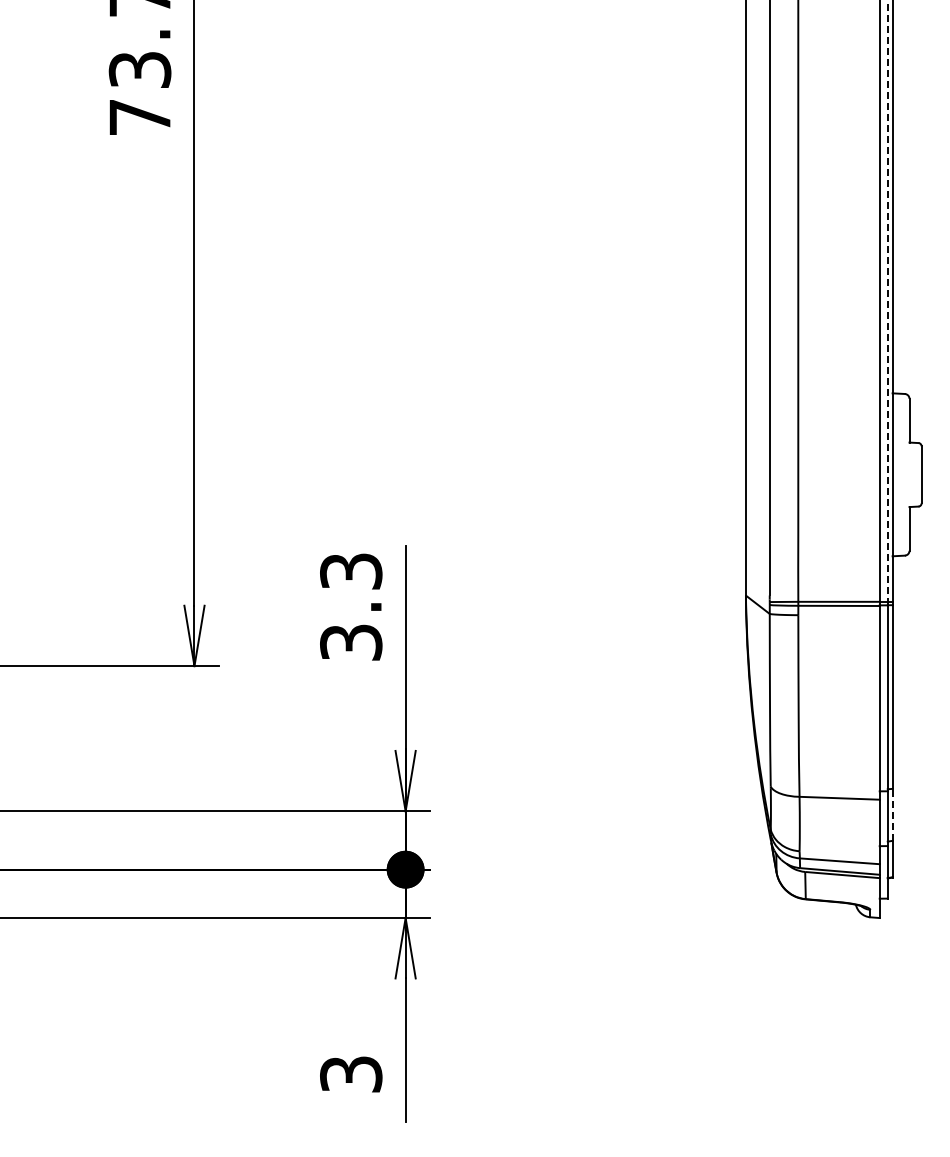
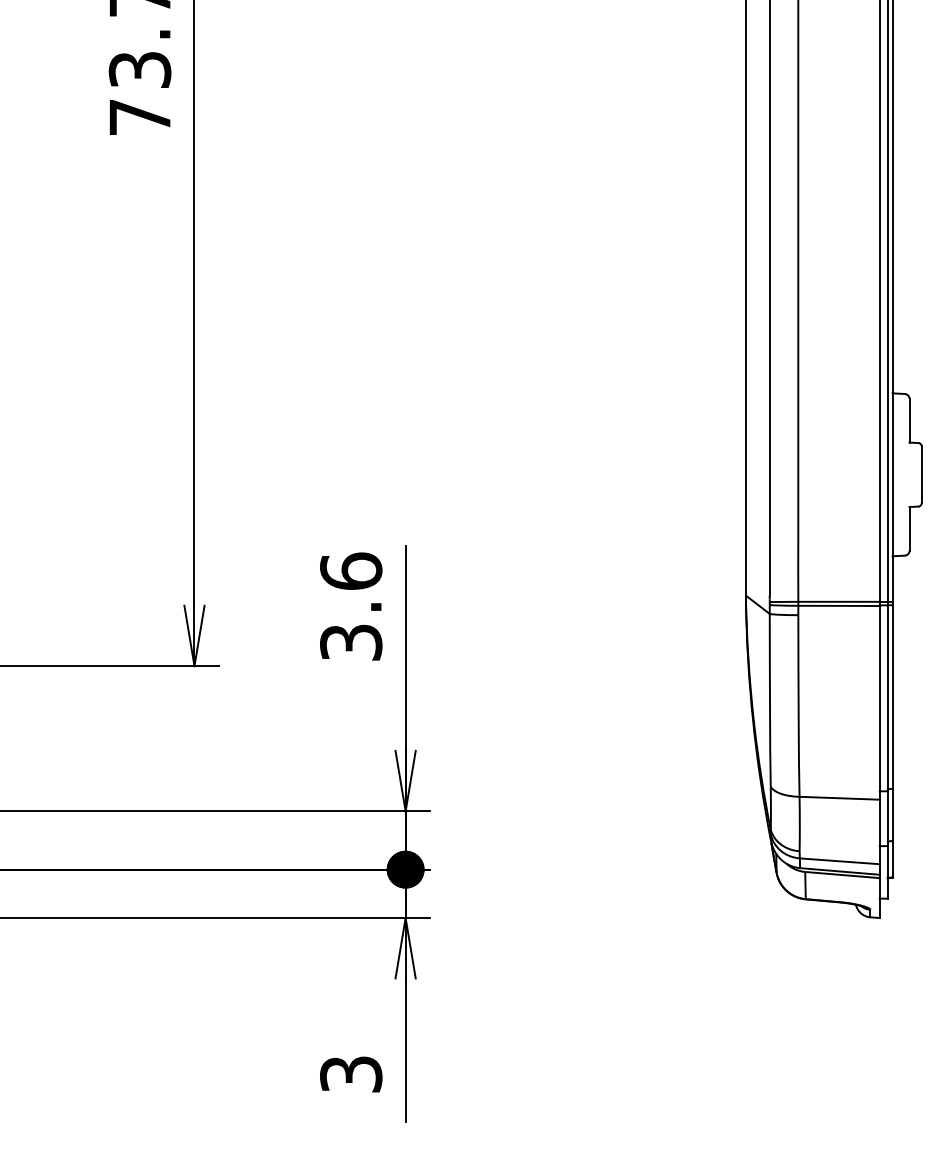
line at (887, 301): dashed -> solid
text at (351, 570): 3.3 -> 3.6
line at (892, 814): dashed -> solid
